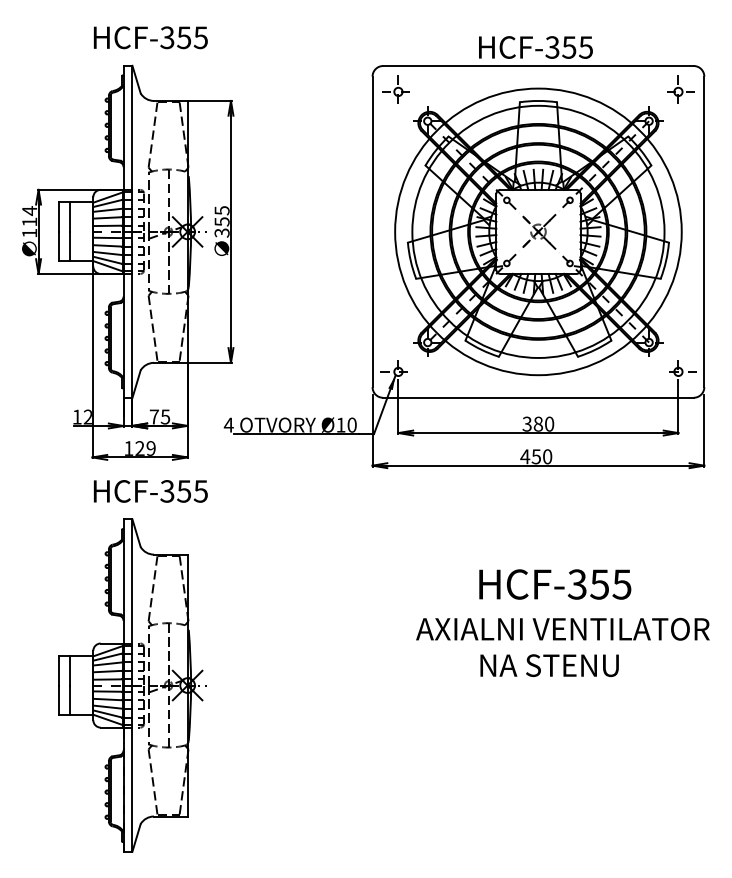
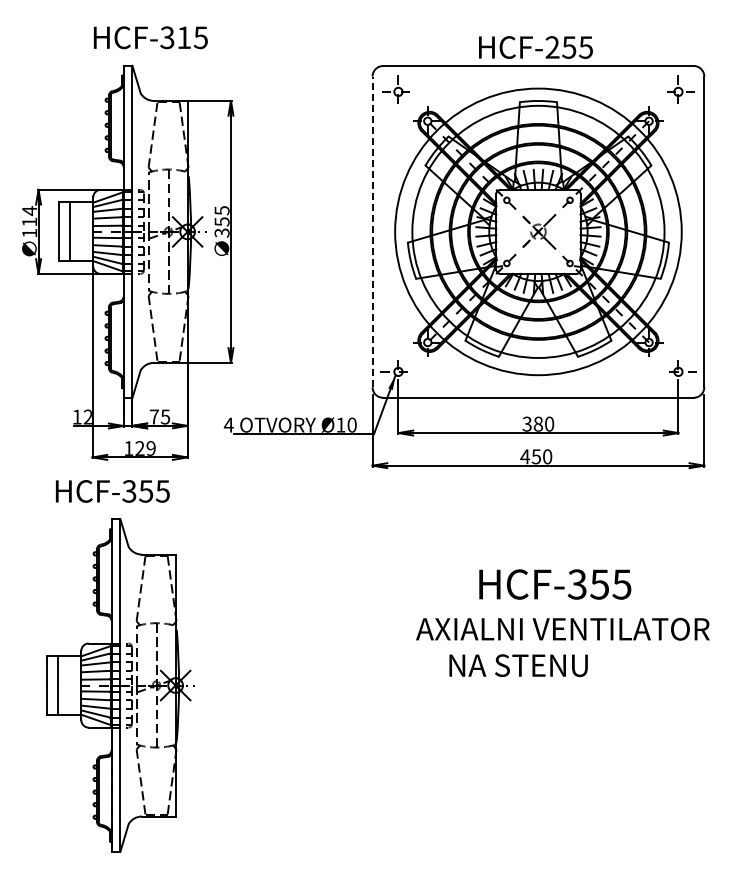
text at (184, 37): HCF-355 -> HCF-315
text at (552, 47): HCF-355 -> HCF-255
line at (372, 231): solid -> dashed
text at (150, 491) position: (150, 491) -> (112, 491)
text at (549, 665) position: (549, 665) -> (518, 665)
part at (132, 685) position: (132, 685) -> (120, 685)
